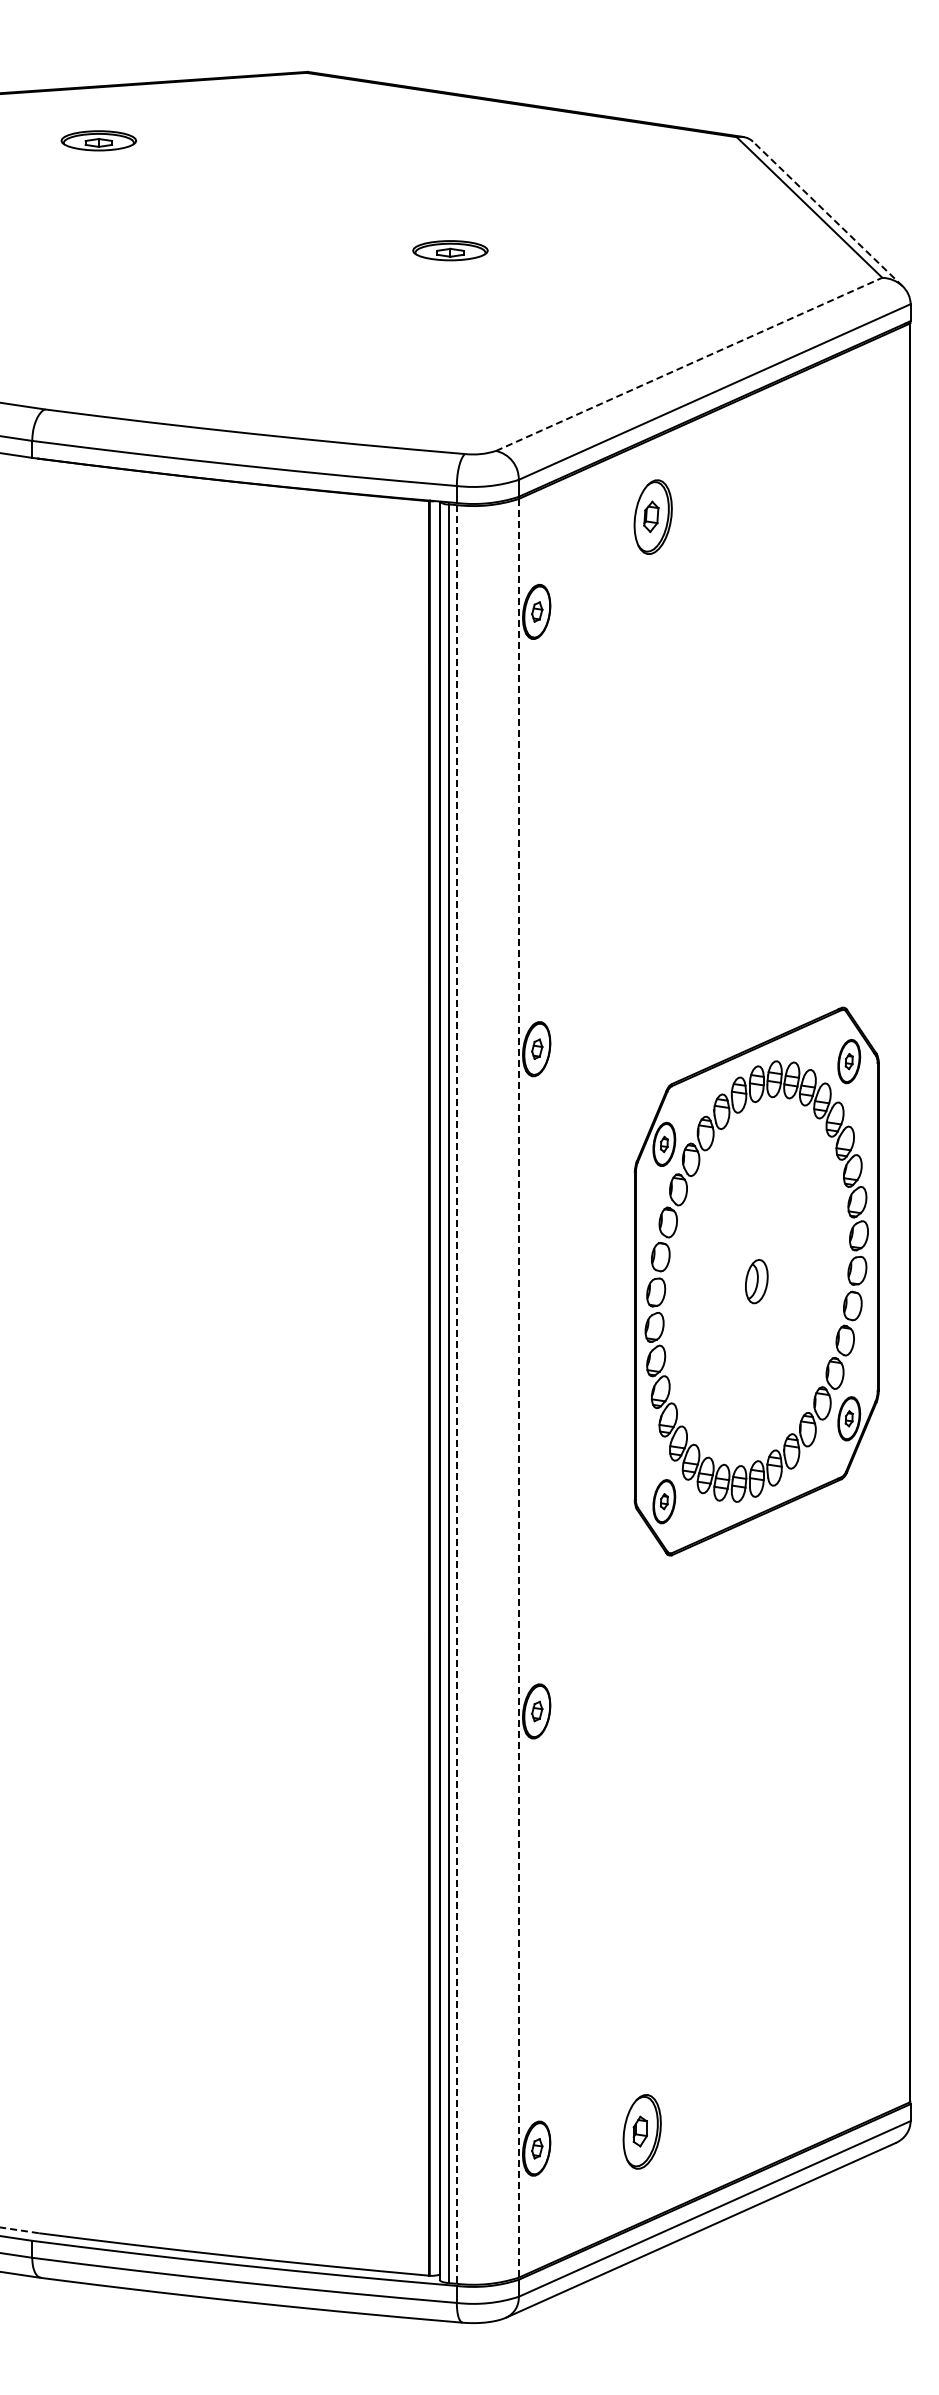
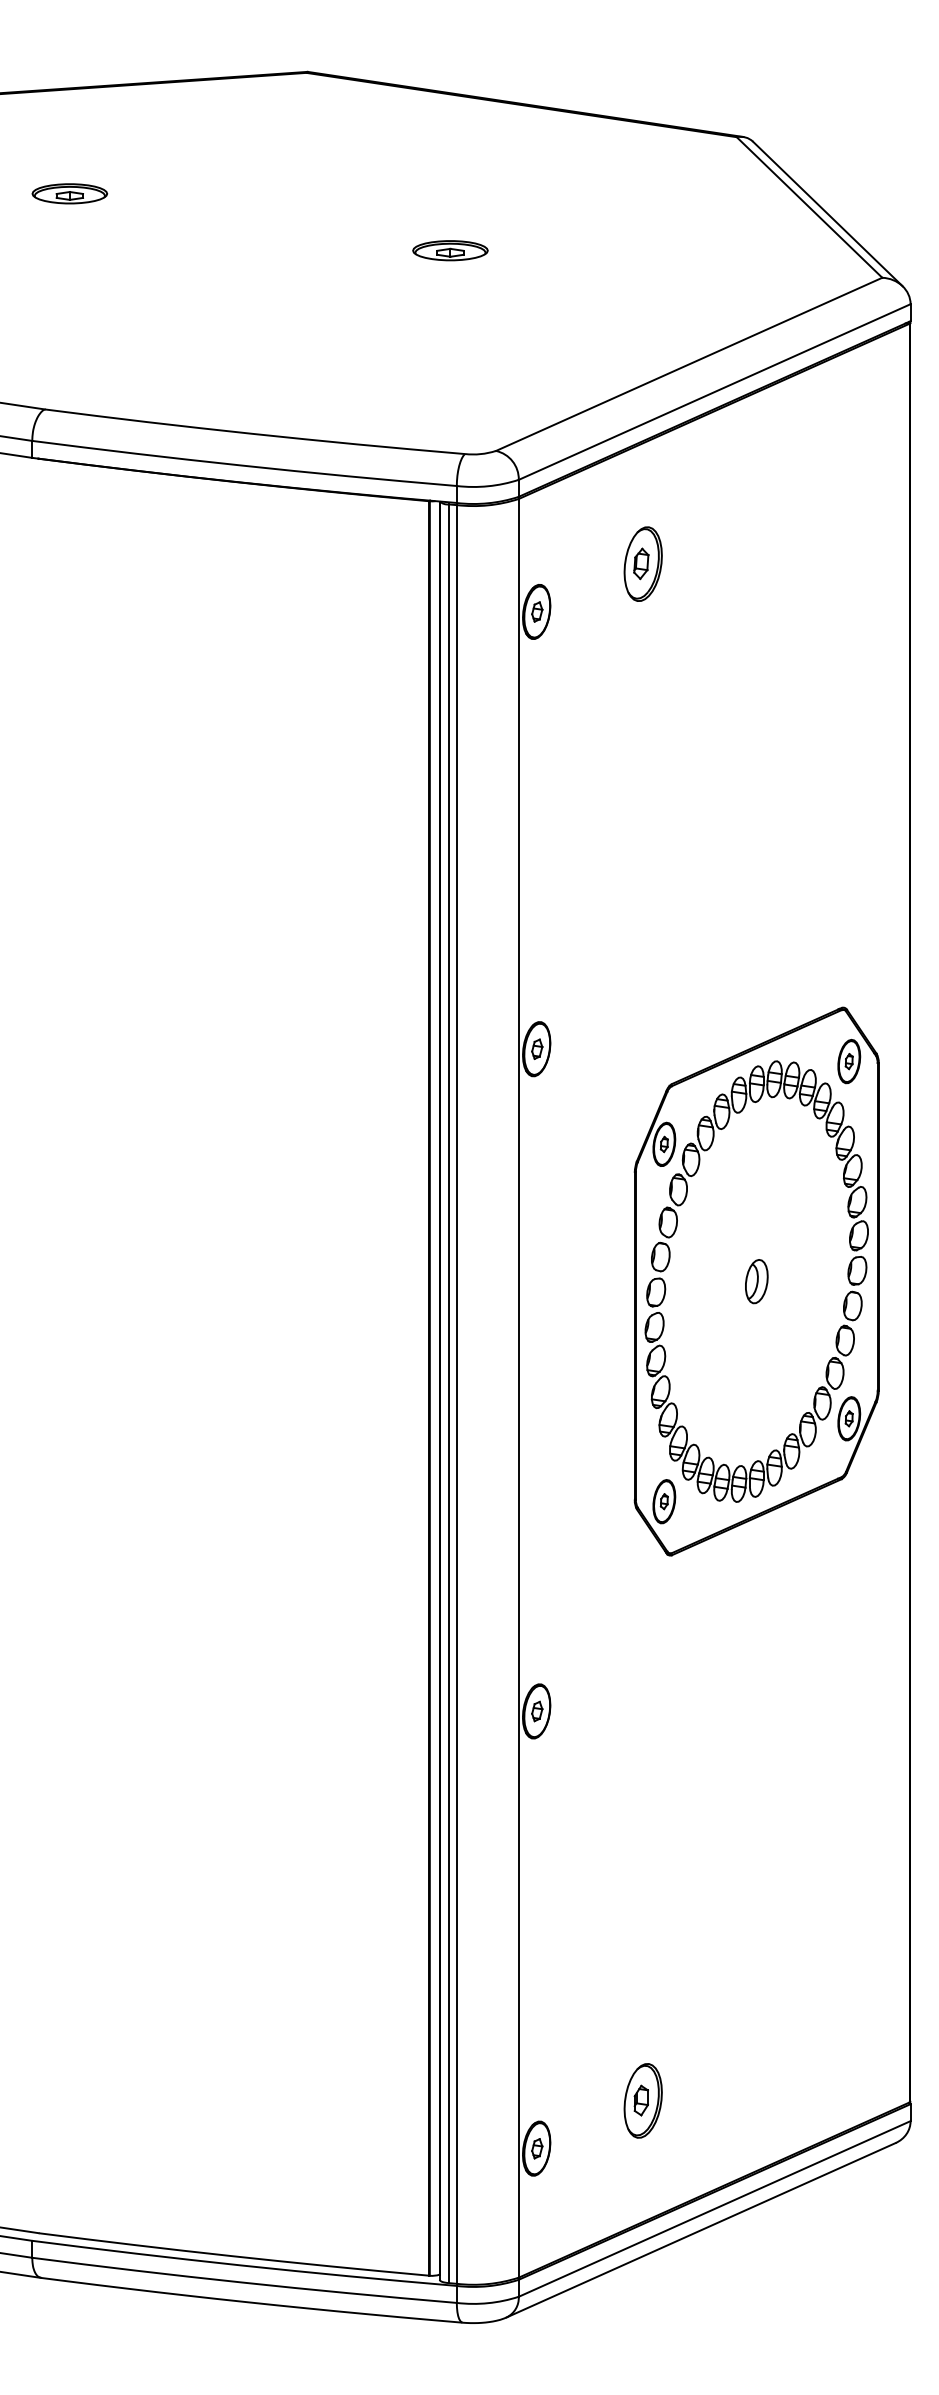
part at (98, 140) position: (98, 140) -> (69, 193)
line at (827, 213): dashed -> solid
line at (689, 364): dashed -> solid
part at (652, 516) position: (652, 516) -> (642, 563)
line at (518, 1388): dashed -> solid
line at (456, 1394): dashed -> solid
part at (641, 2131) position: (641, 2131) -> (642, 2100)
line at (19, 2230): dashed -> solid
